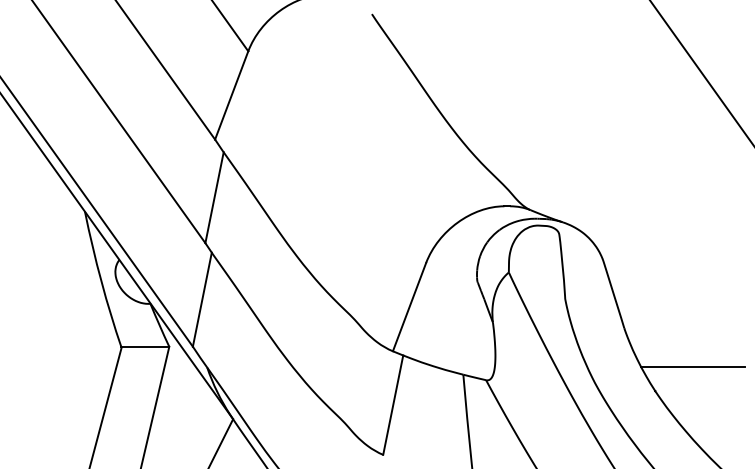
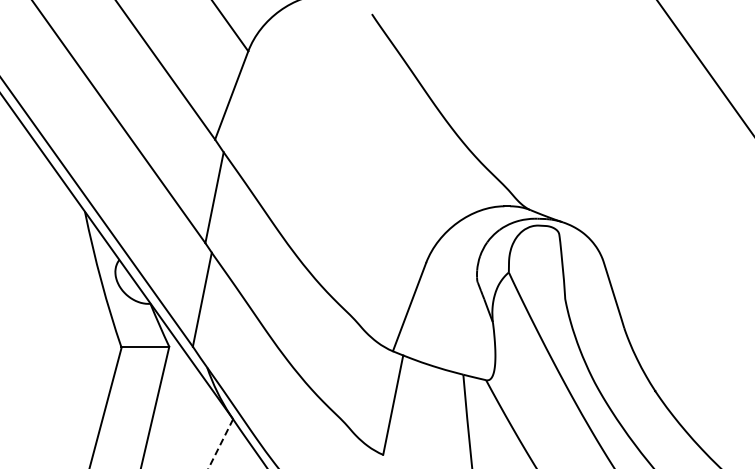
line at (701, 72) position: (701, 72) -> (704, 67)
line at (692, 367): present -> none
line at (220, 444): solid -> dashed
